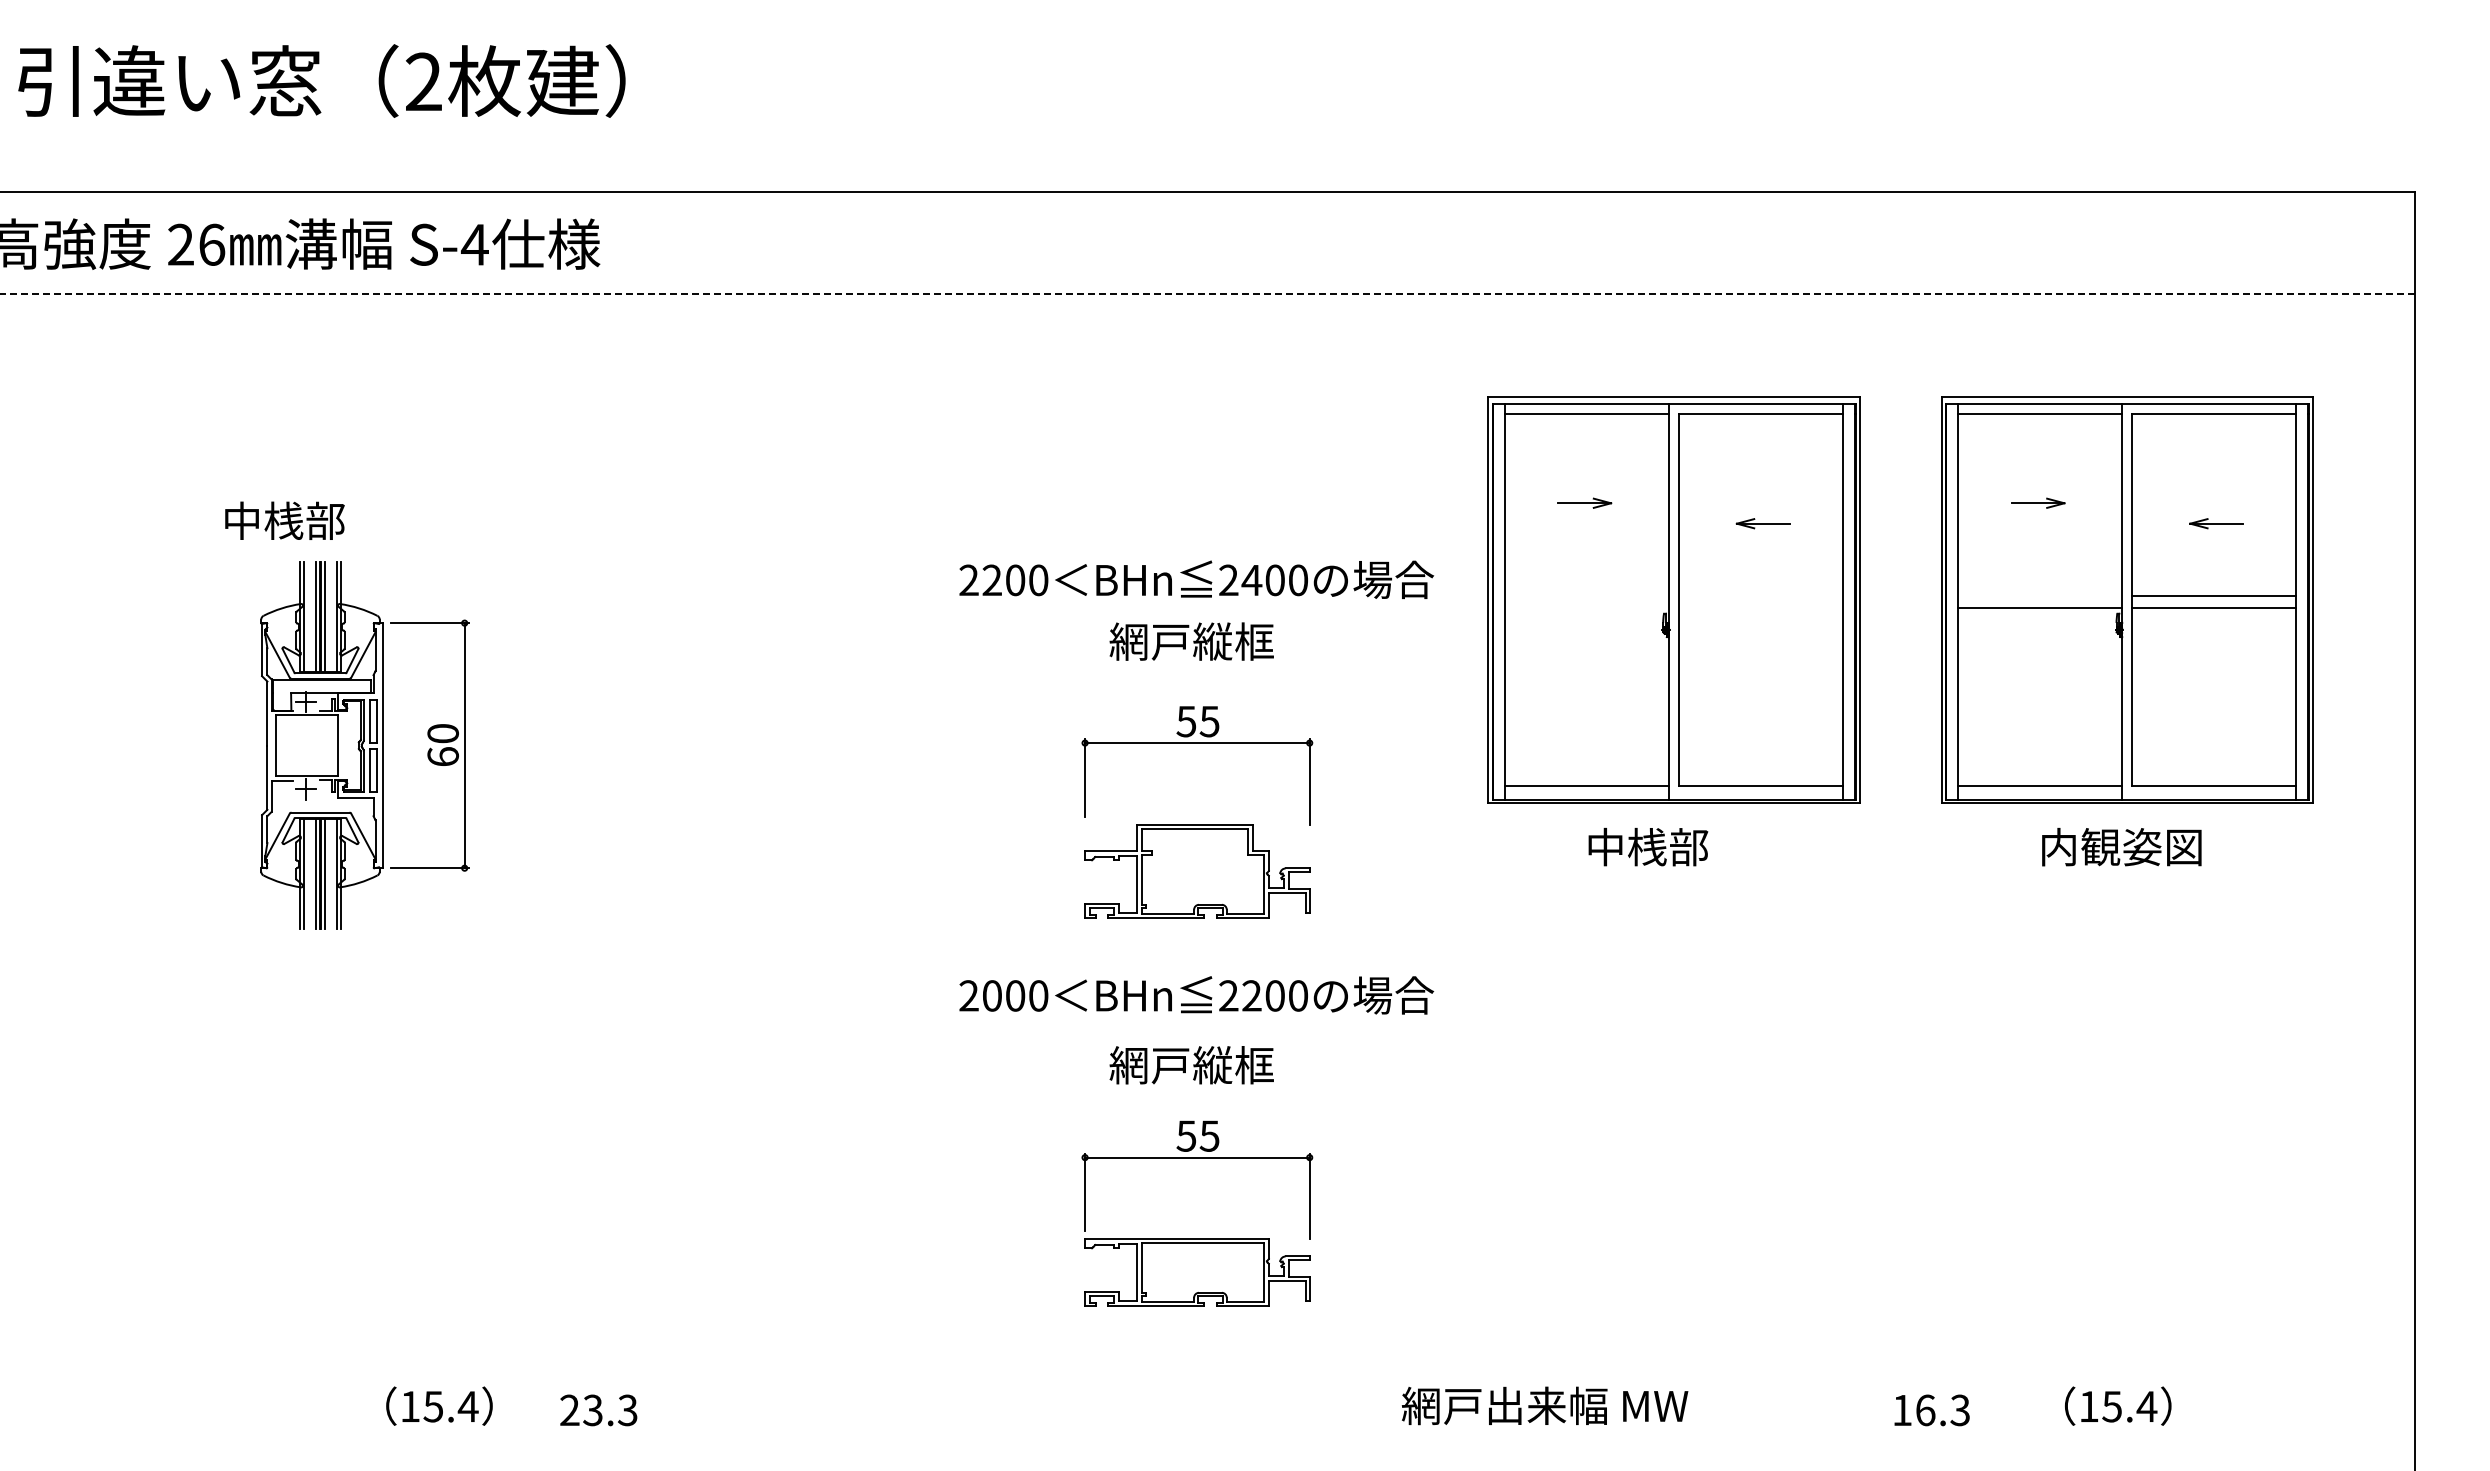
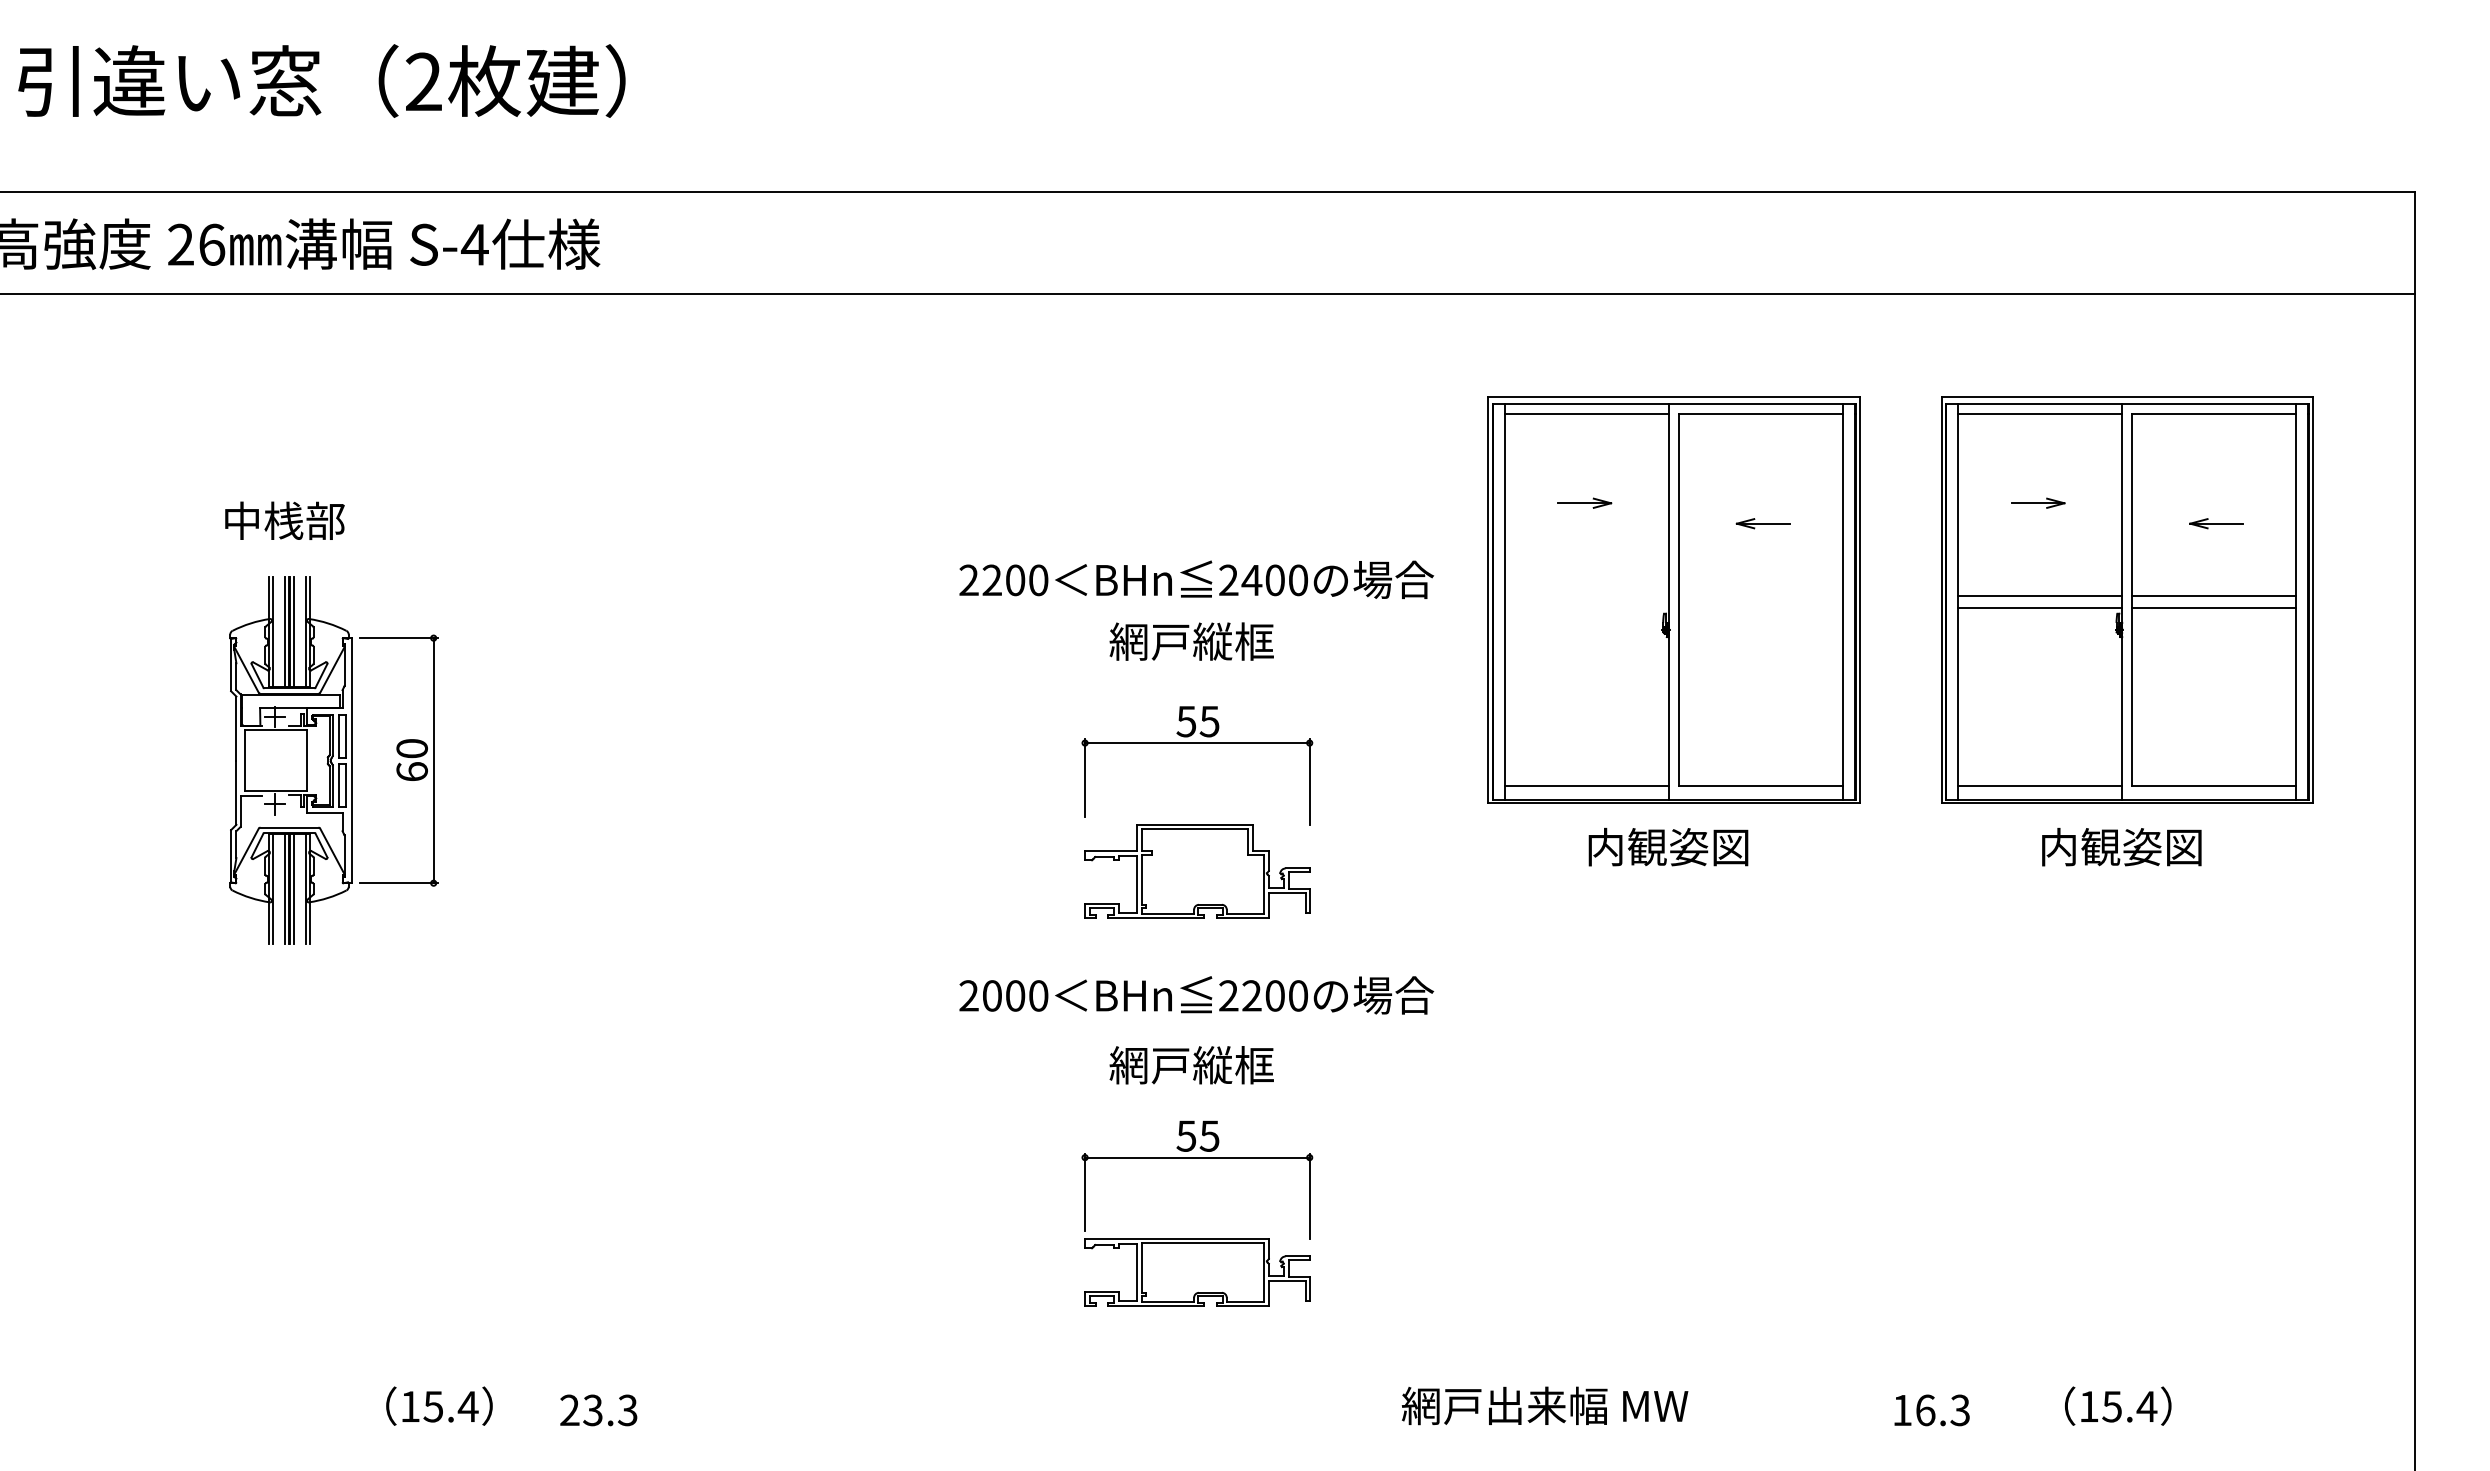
line at (1207, 294): dashed -> solid
line at (2040, 595): none -> present
part at (364, 745) position: (364, 745) -> (333, 760)
text at (1668, 846): 中桟部 -> 内観姿図
